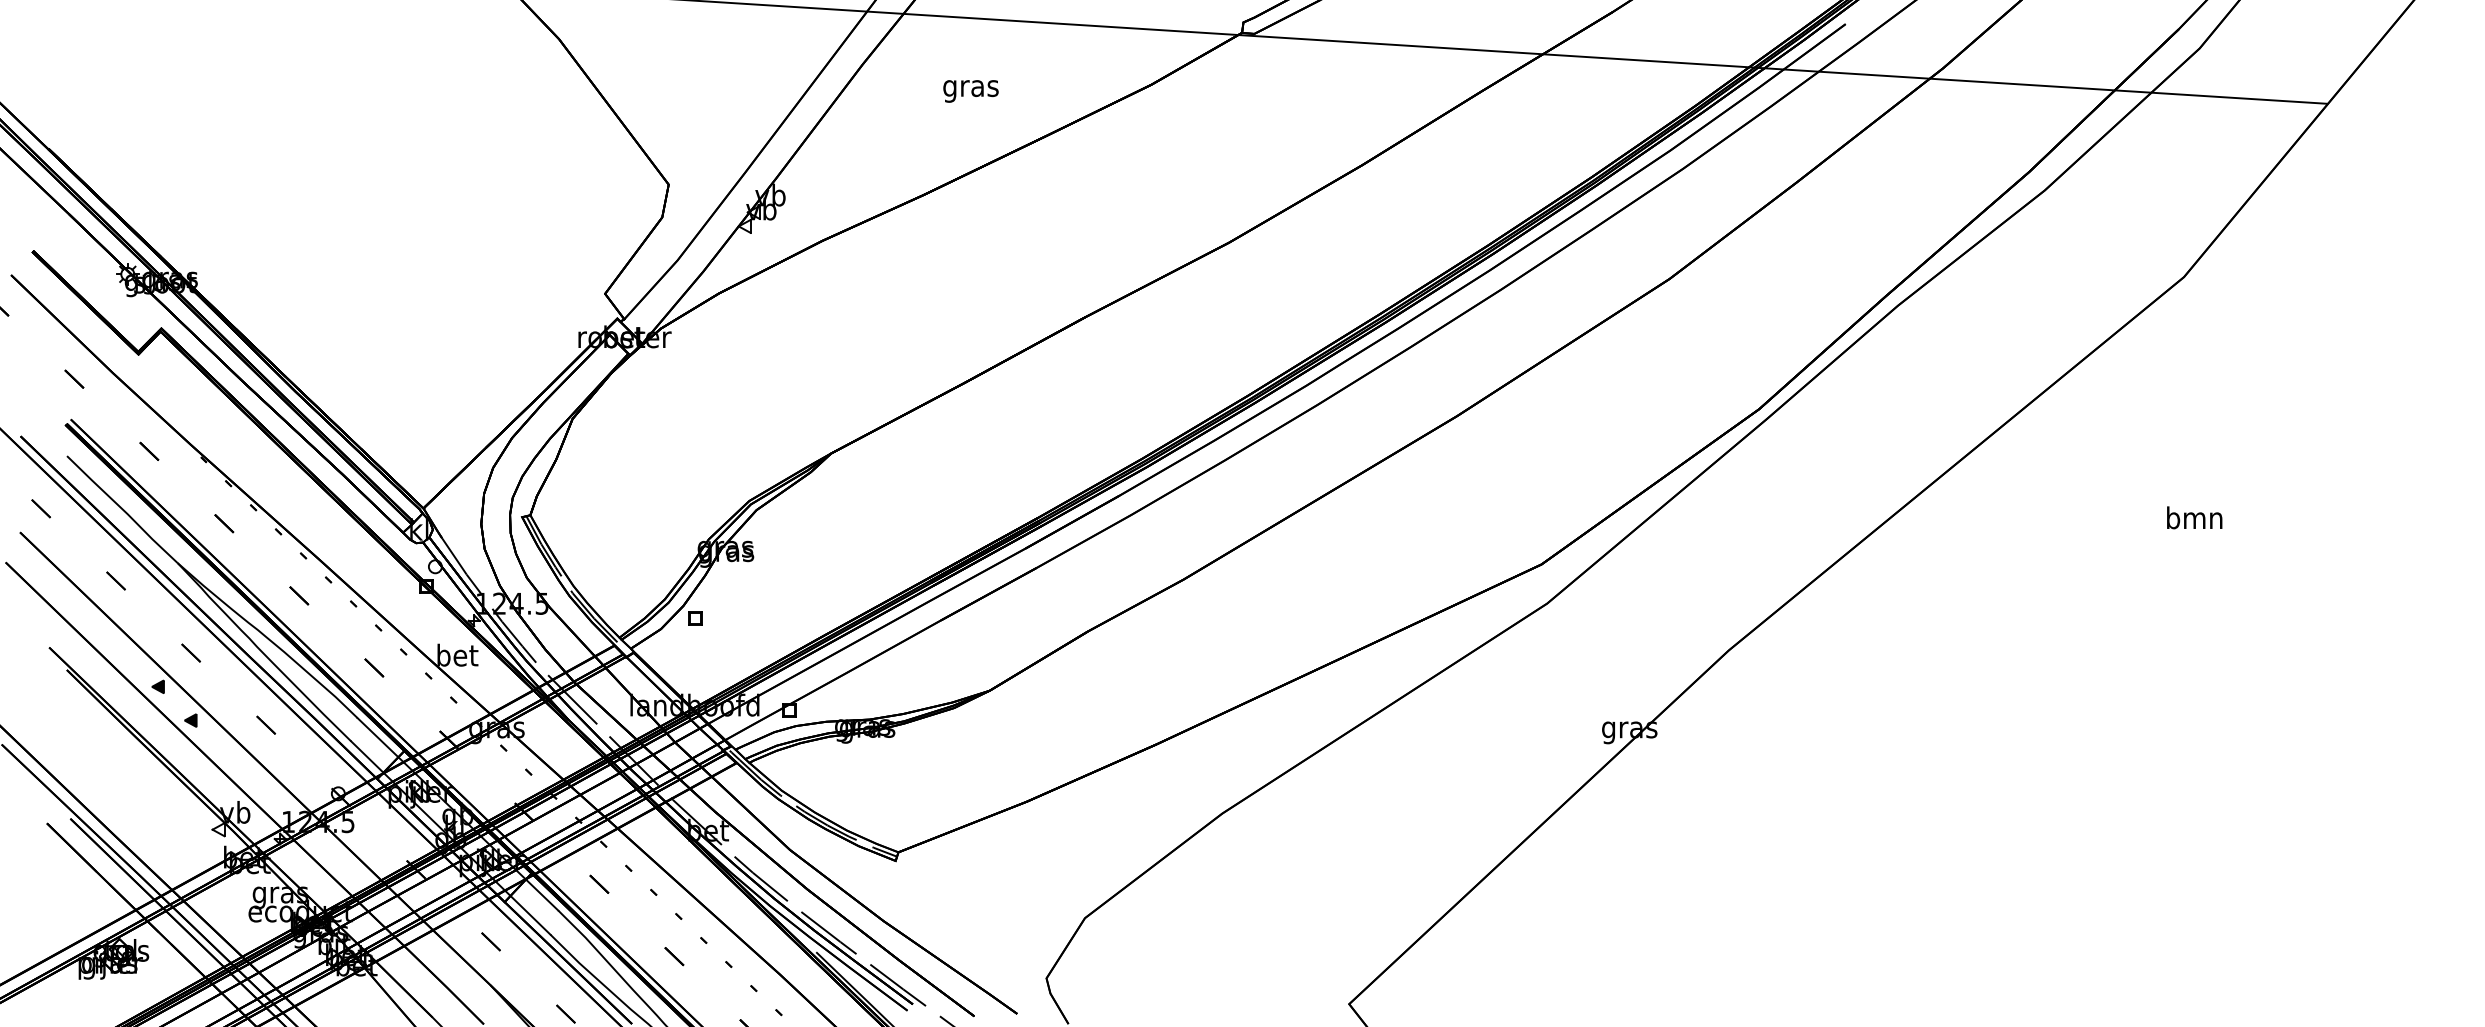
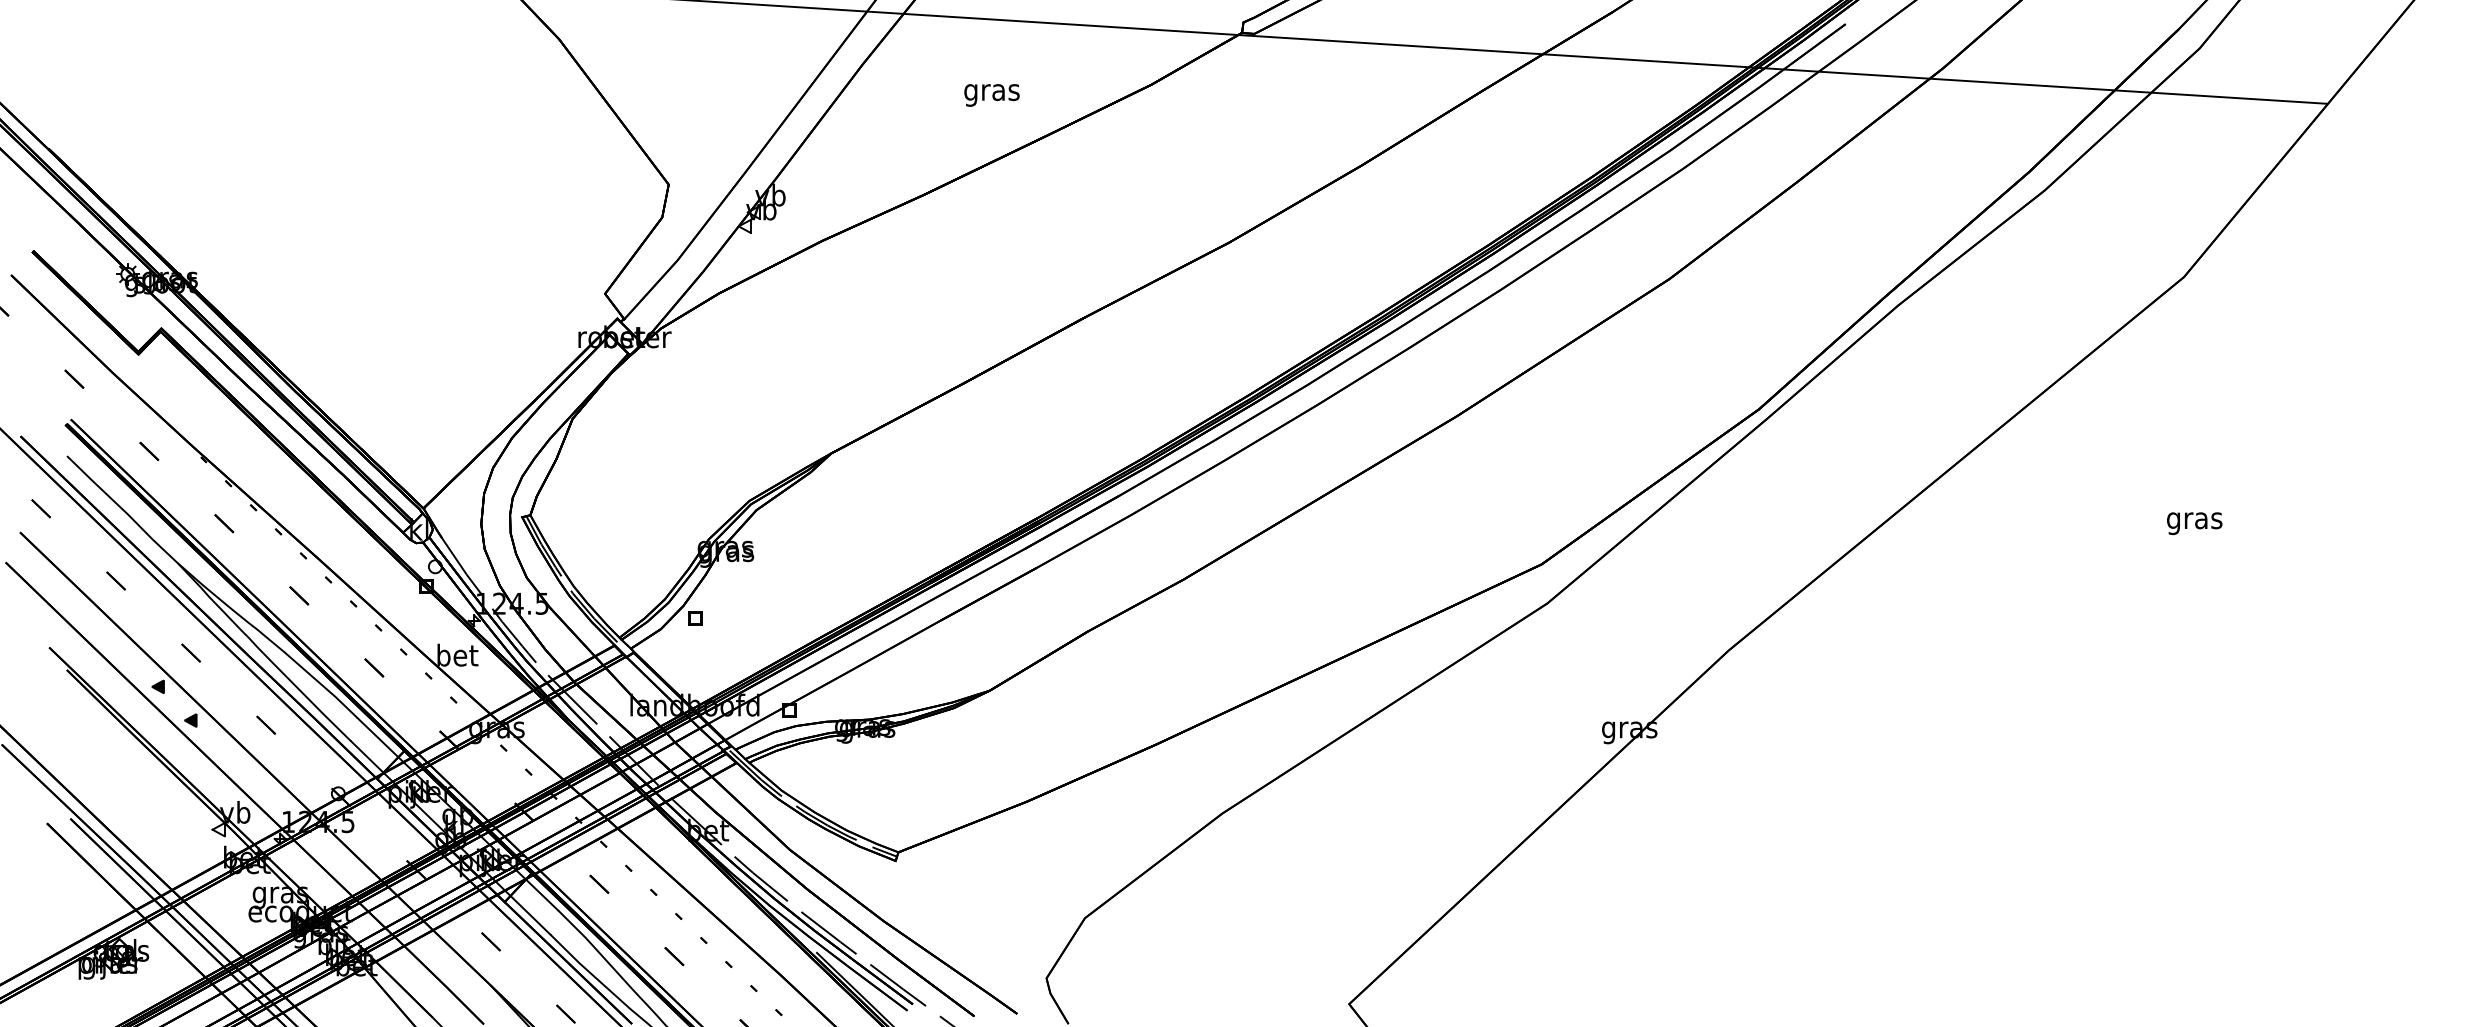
text at (970, 91) position: (970, 91) -> (991, 95)
text at (2194, 520): bmn -> gras
